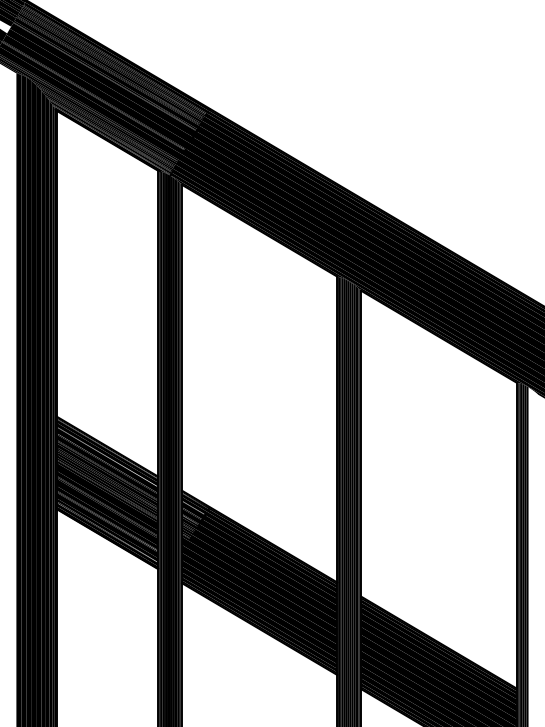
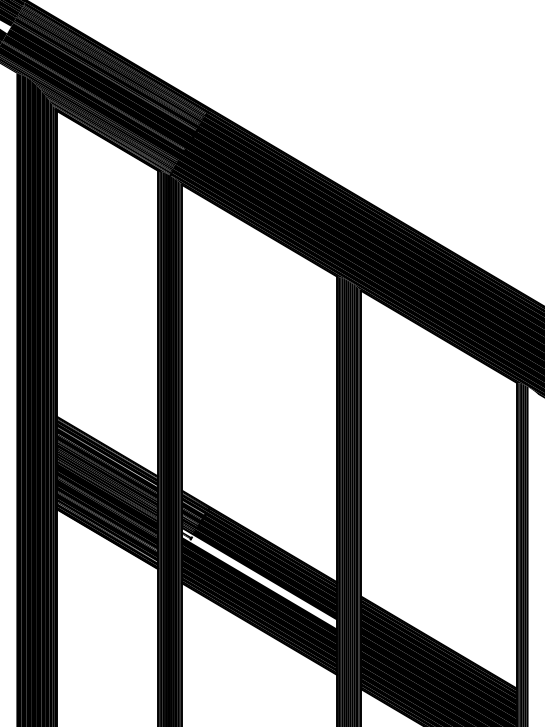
fill at (259, 578): present -> none
